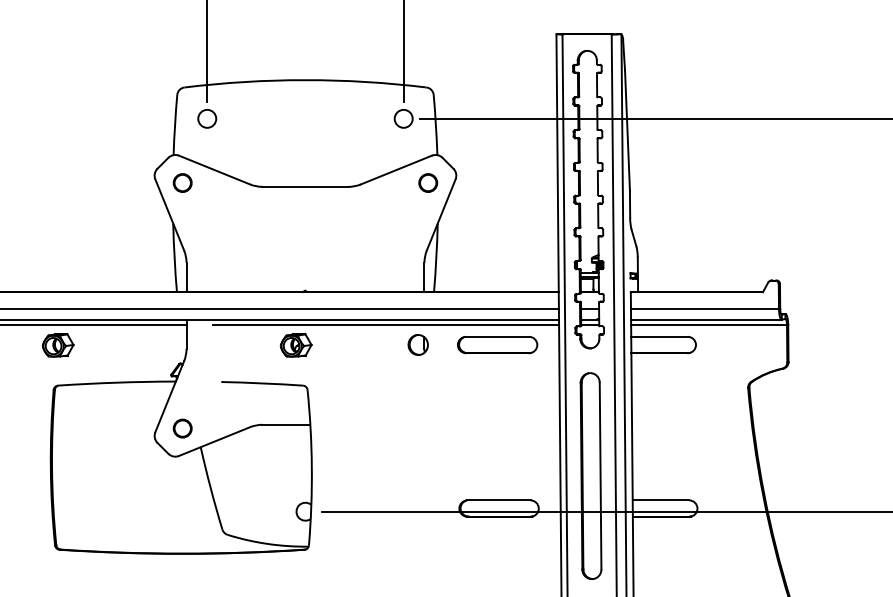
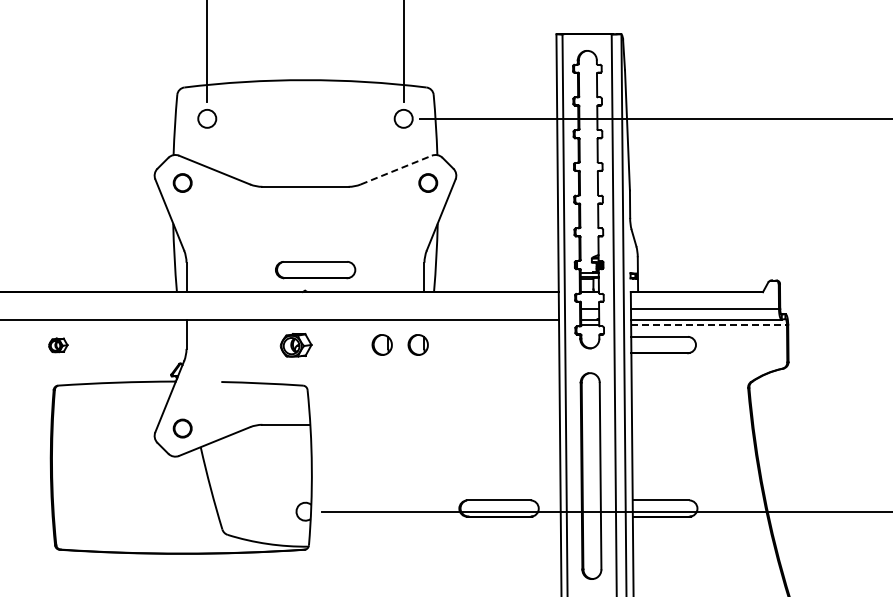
line at (396, 169): solid -> dashed
line at (280, 308): present -> none
line at (94, 324): present -> none
line at (385, 324): present -> none
line at (709, 324): solid -> dashed
part at (381, 344): none -> present
part at (58, 345) size: 33x25 px -> 21x17 px
part at (497, 345) position: (497, 345) -> (315, 270)
